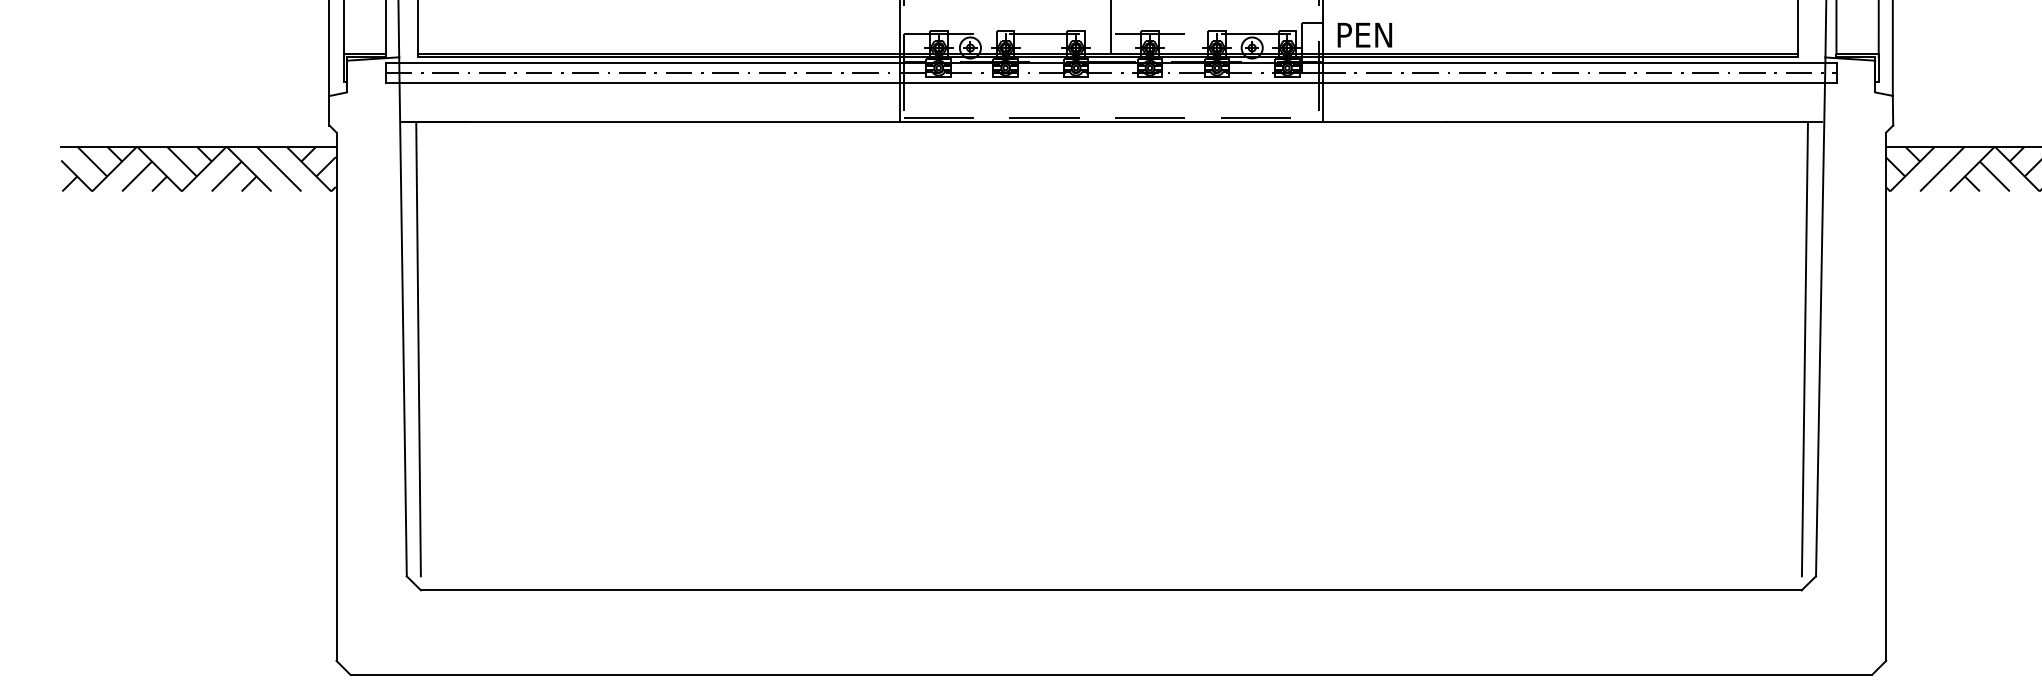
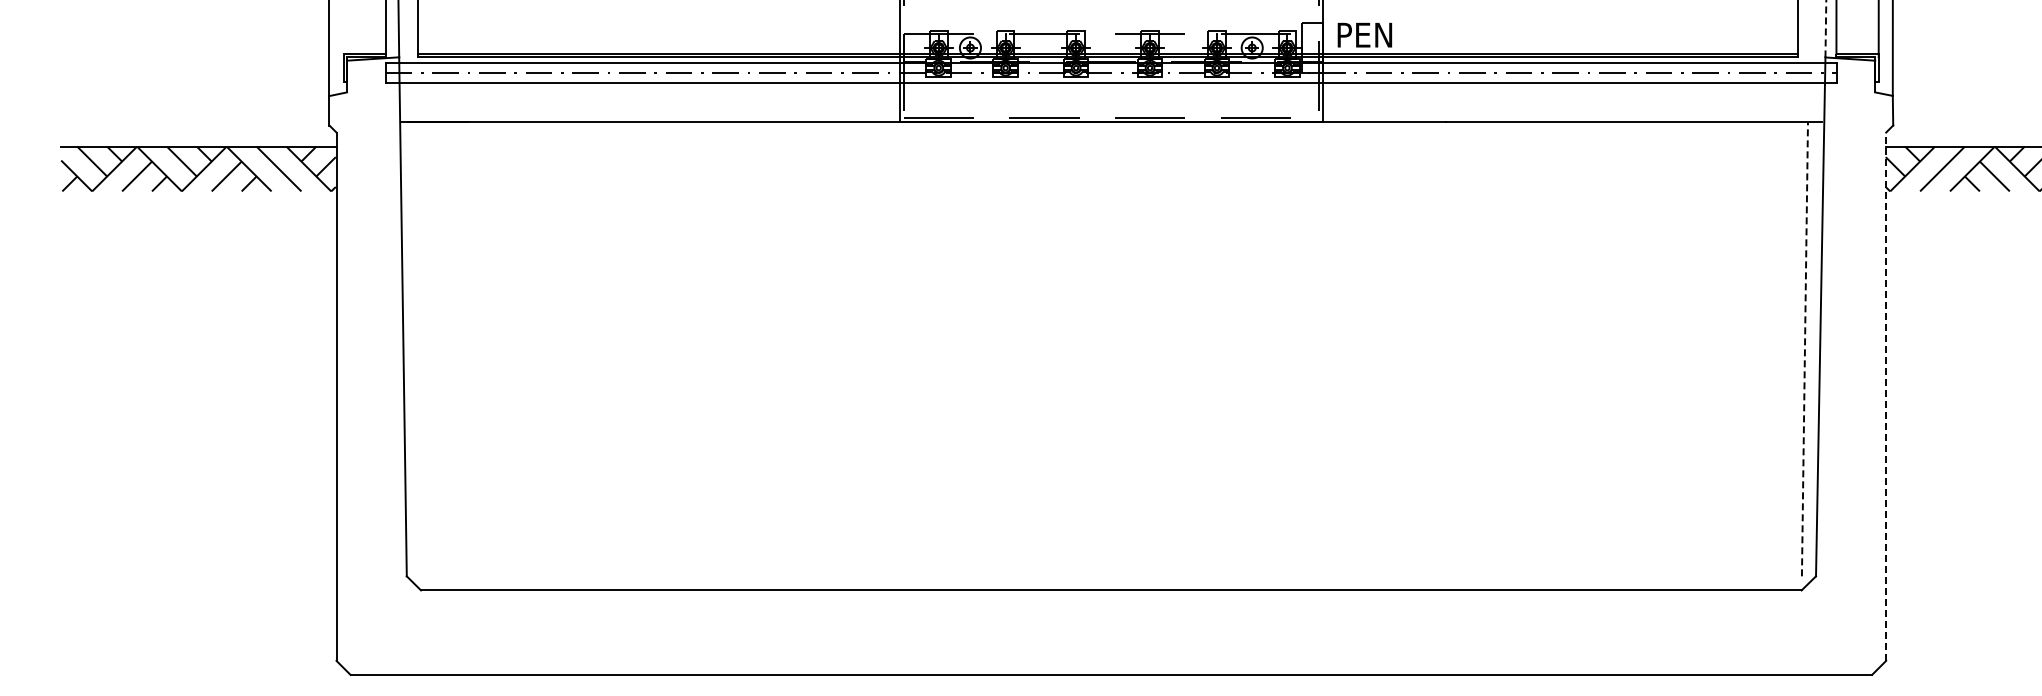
line at (1111, 27): present -> none
line at (1825, 28): solid -> dashed
line at (343, 29): present -> none
line at (418, 348): present -> none
line at (1804, 348): solid -> dashed
line at (1886, 396): solid -> dashed
